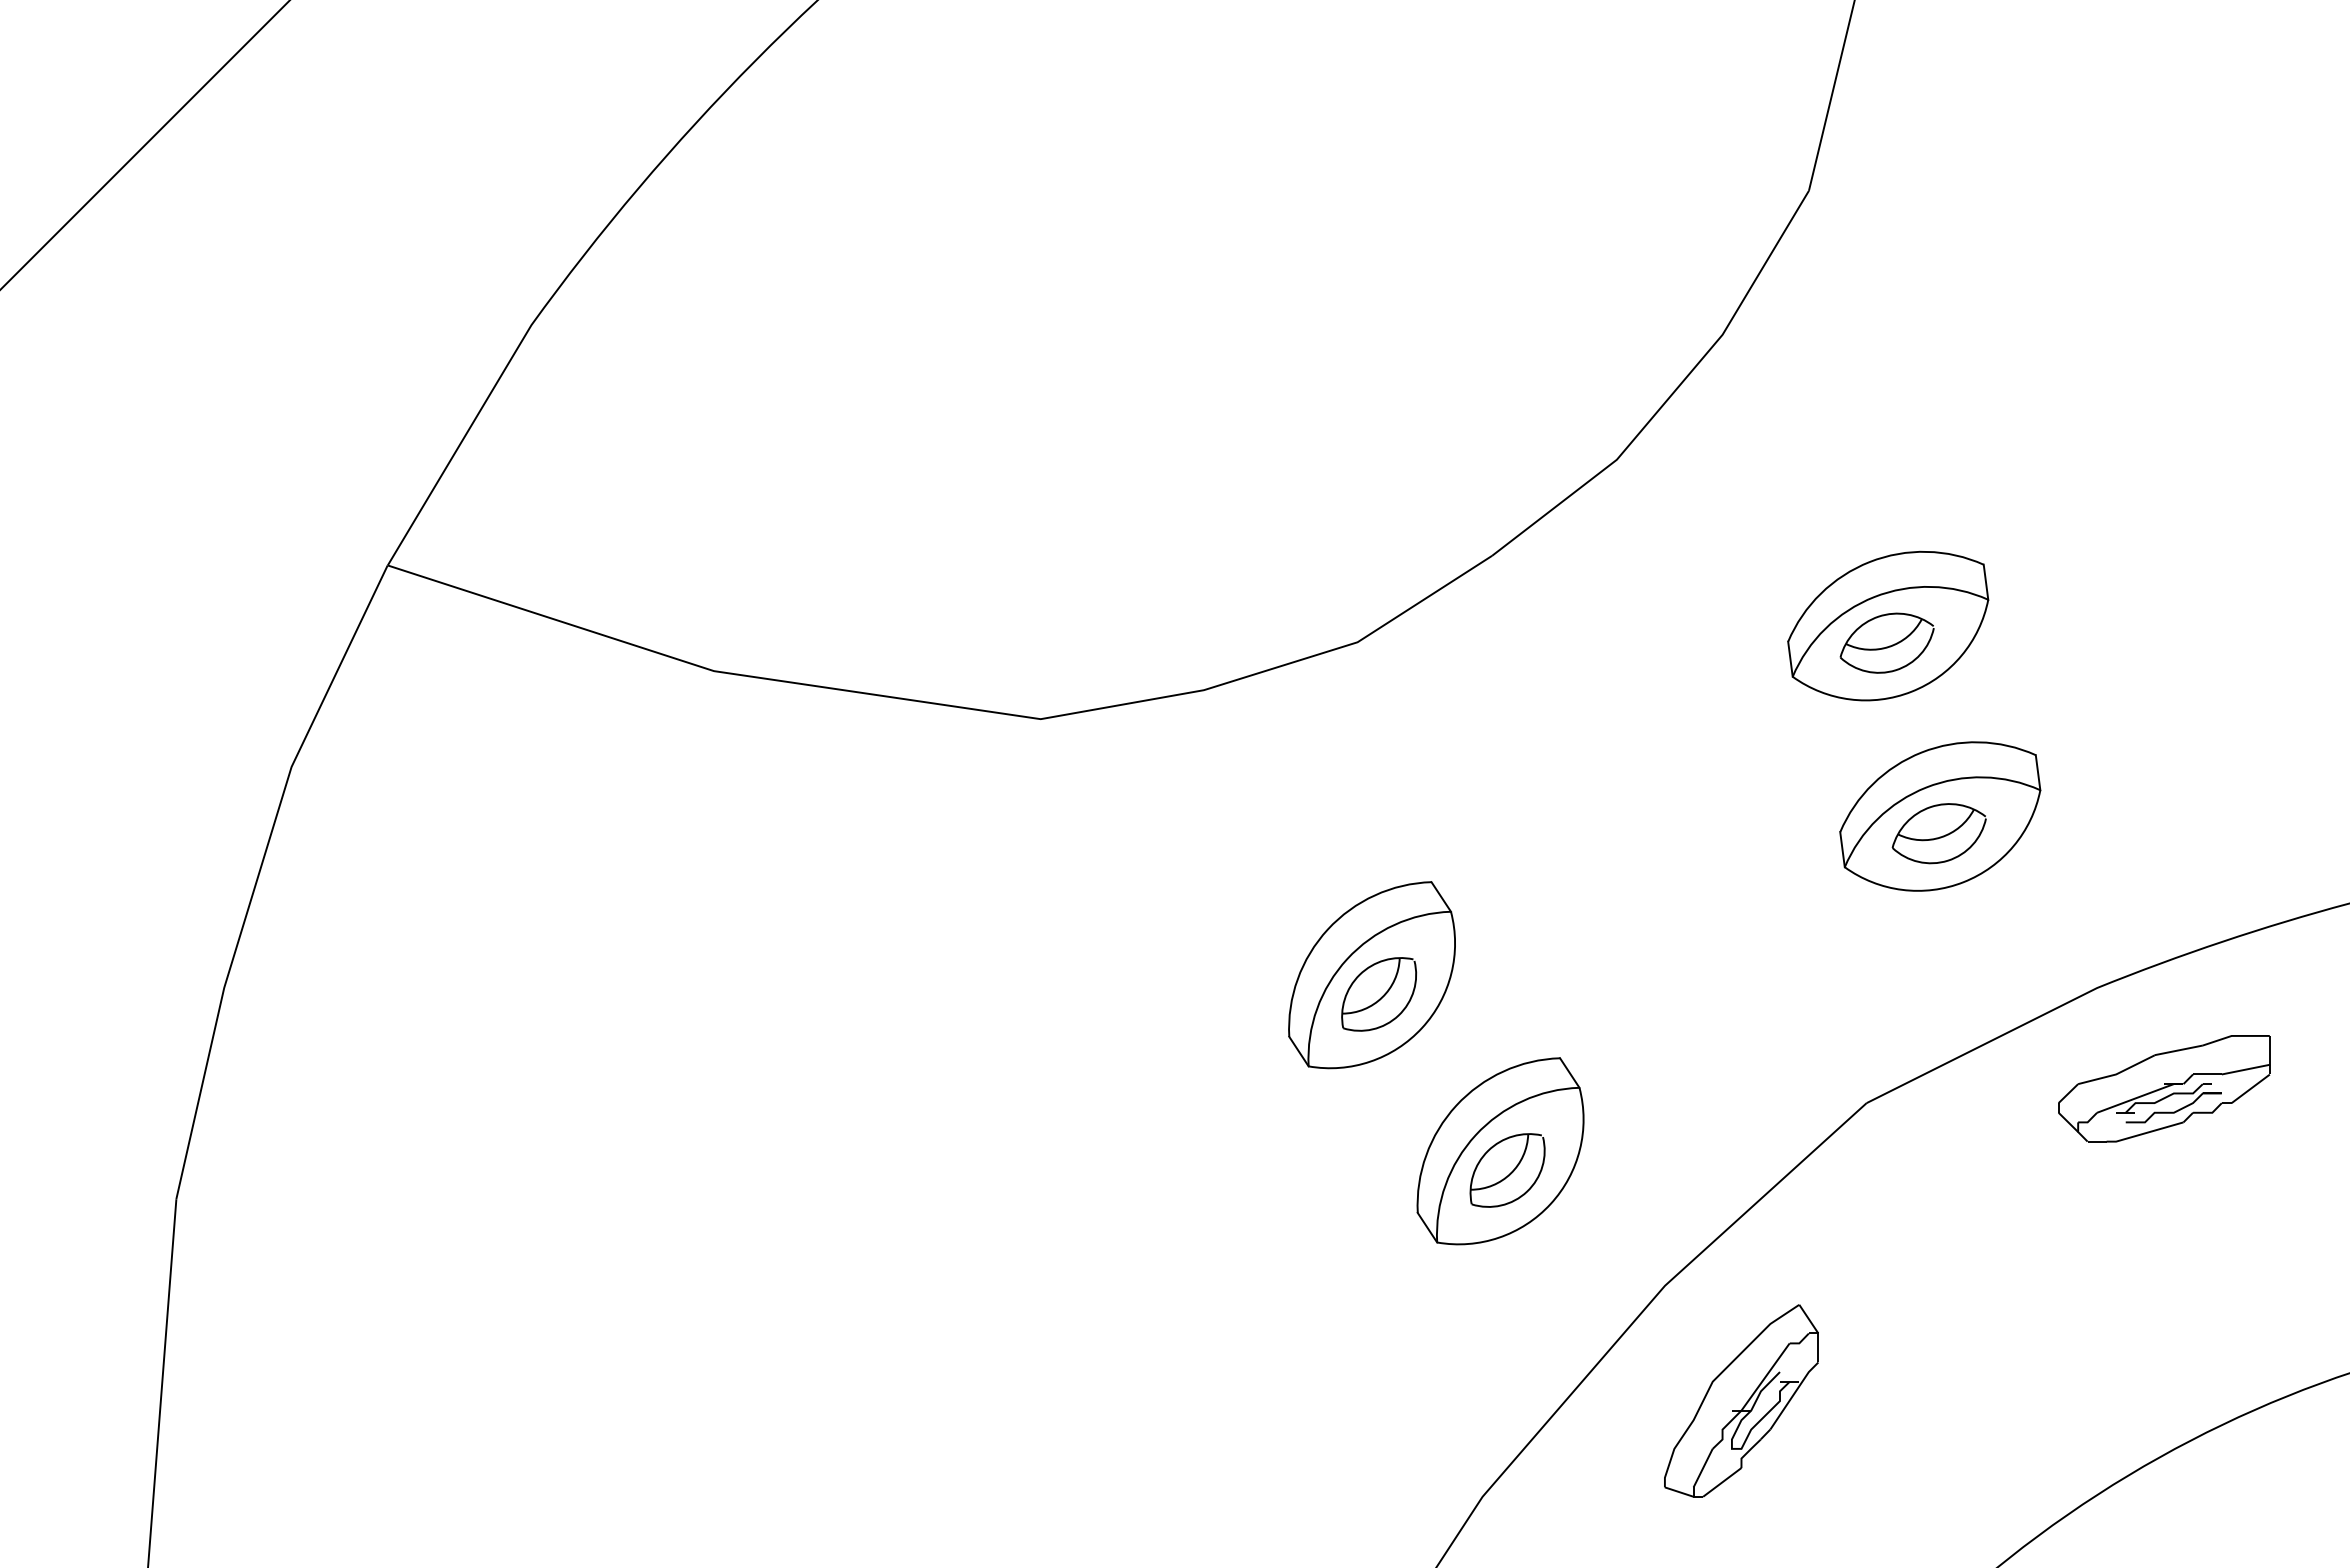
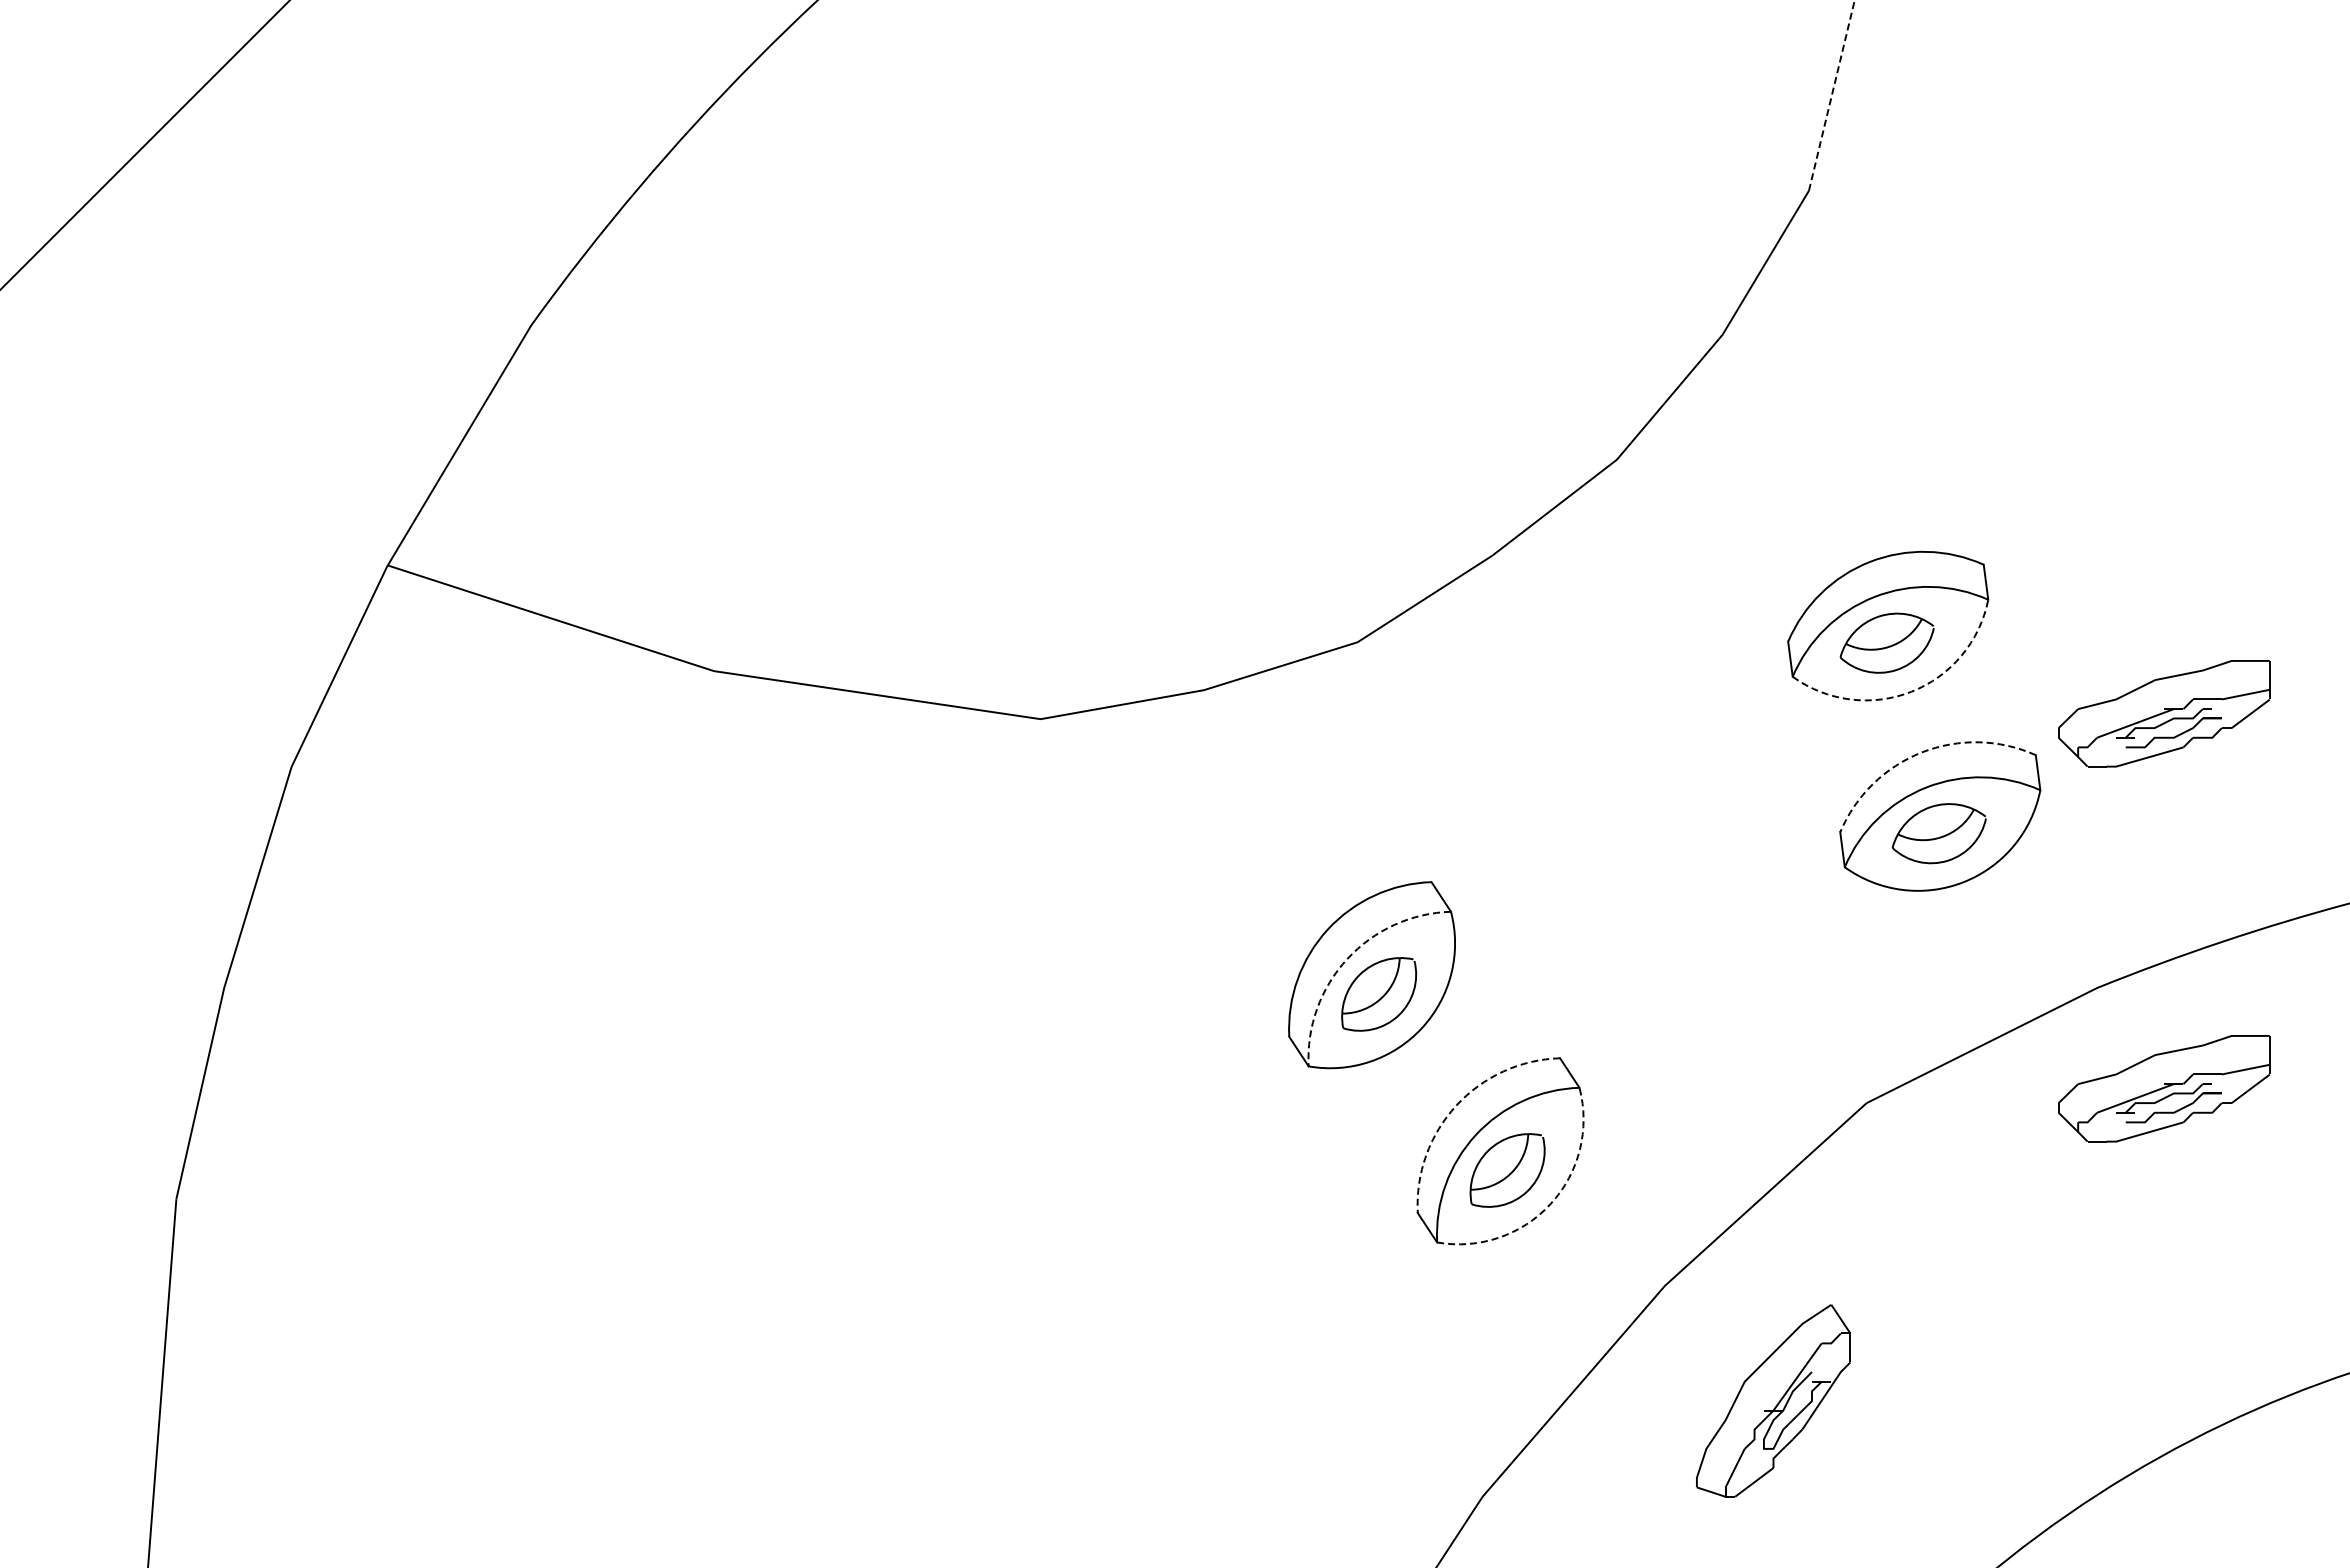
line at (1831, 95): solid -> dashed
arc at (1911, 691): solid -> dashed
part at (2164, 713): none -> present
arc at (1921, 752): solid -> dashed
arc at (1347, 959): solid -> dashed
arc at (1456, 1105): solid -> dashed
arc at (1550, 1204): solid -> dashed
part at (1741, 1400) position: (1741, 1400) -> (1773, 1400)
